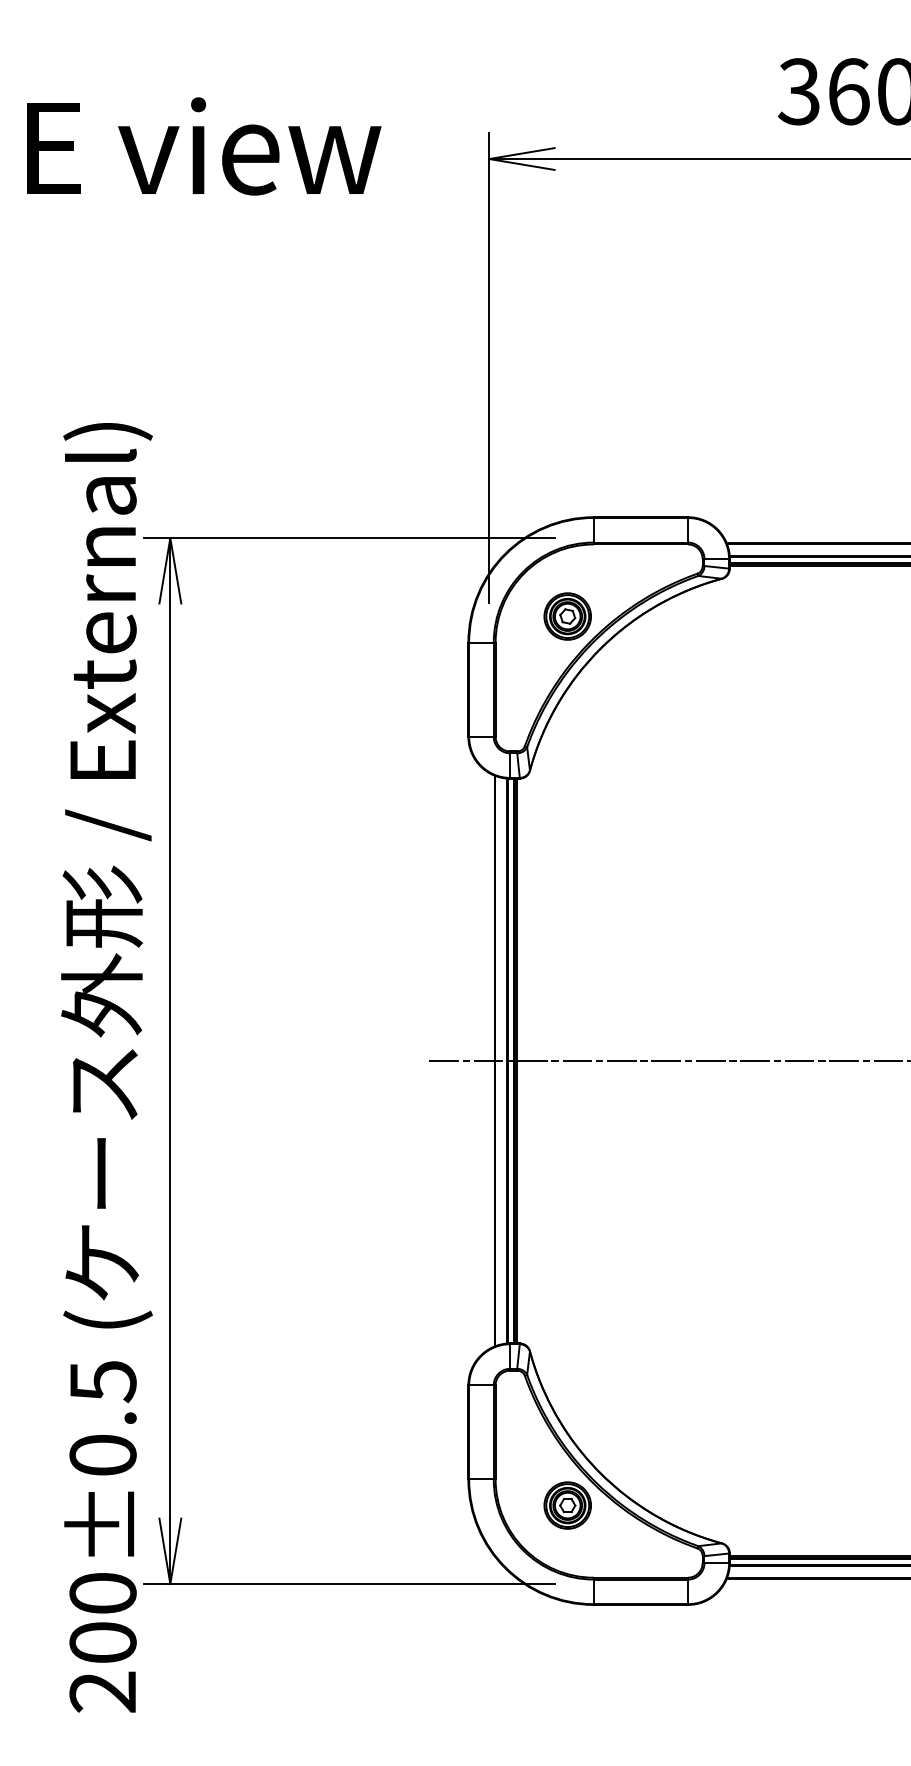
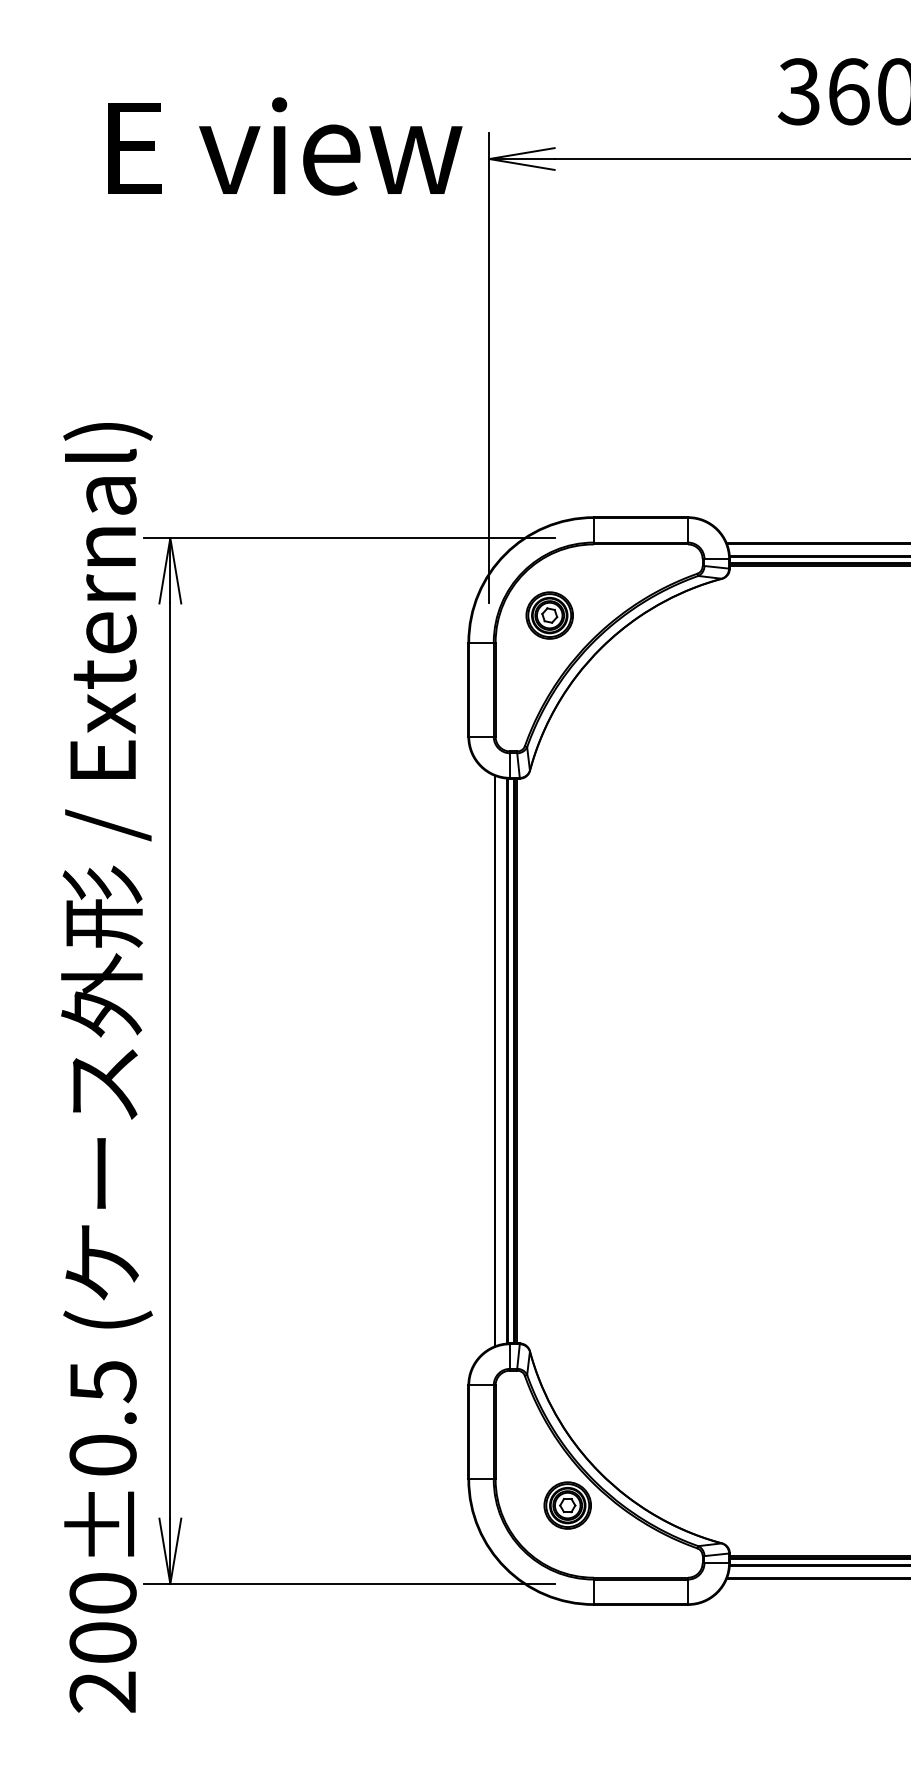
text at (204, 146) position: (204, 146) -> (285, 146)
part at (567, 616) position: (567, 616) -> (549, 615)
line at (668, 1061): present -> none
